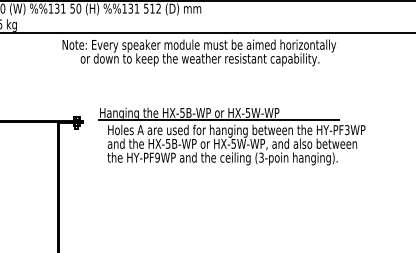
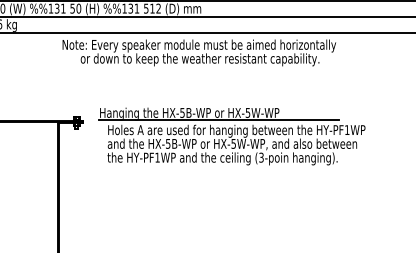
line at (207, 16): none -> present
text at (347, 130): HY-PF3WP -> HY-PF1WP
text at (157, 157): HY-PF9WP -> HY-PF1WP
